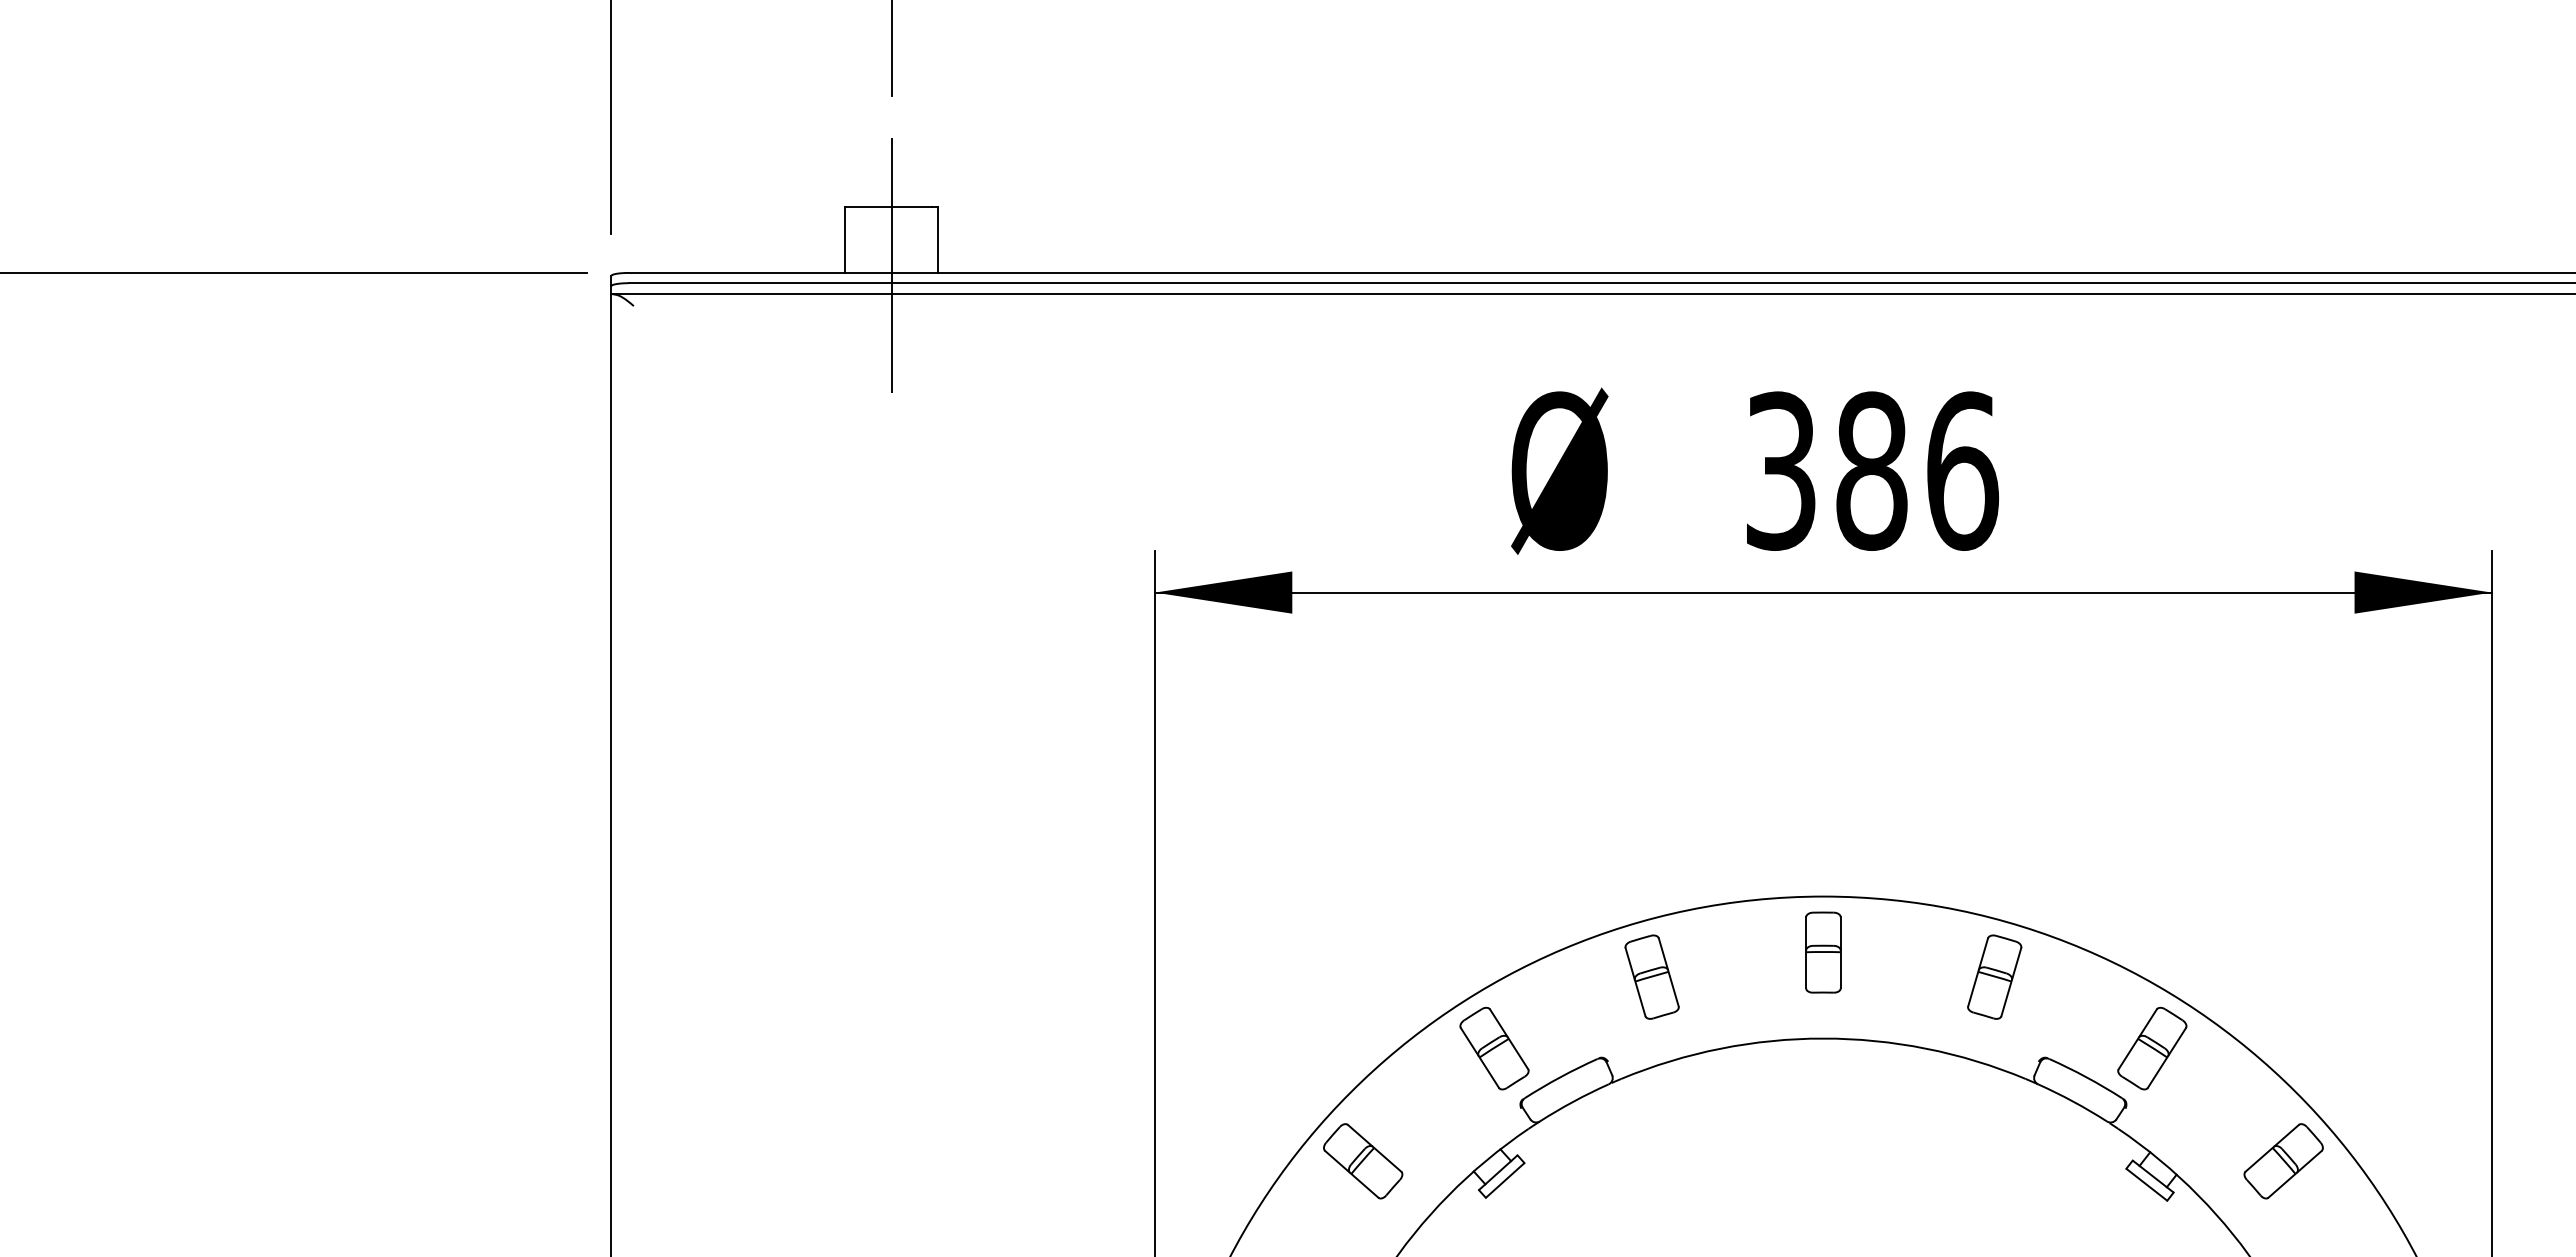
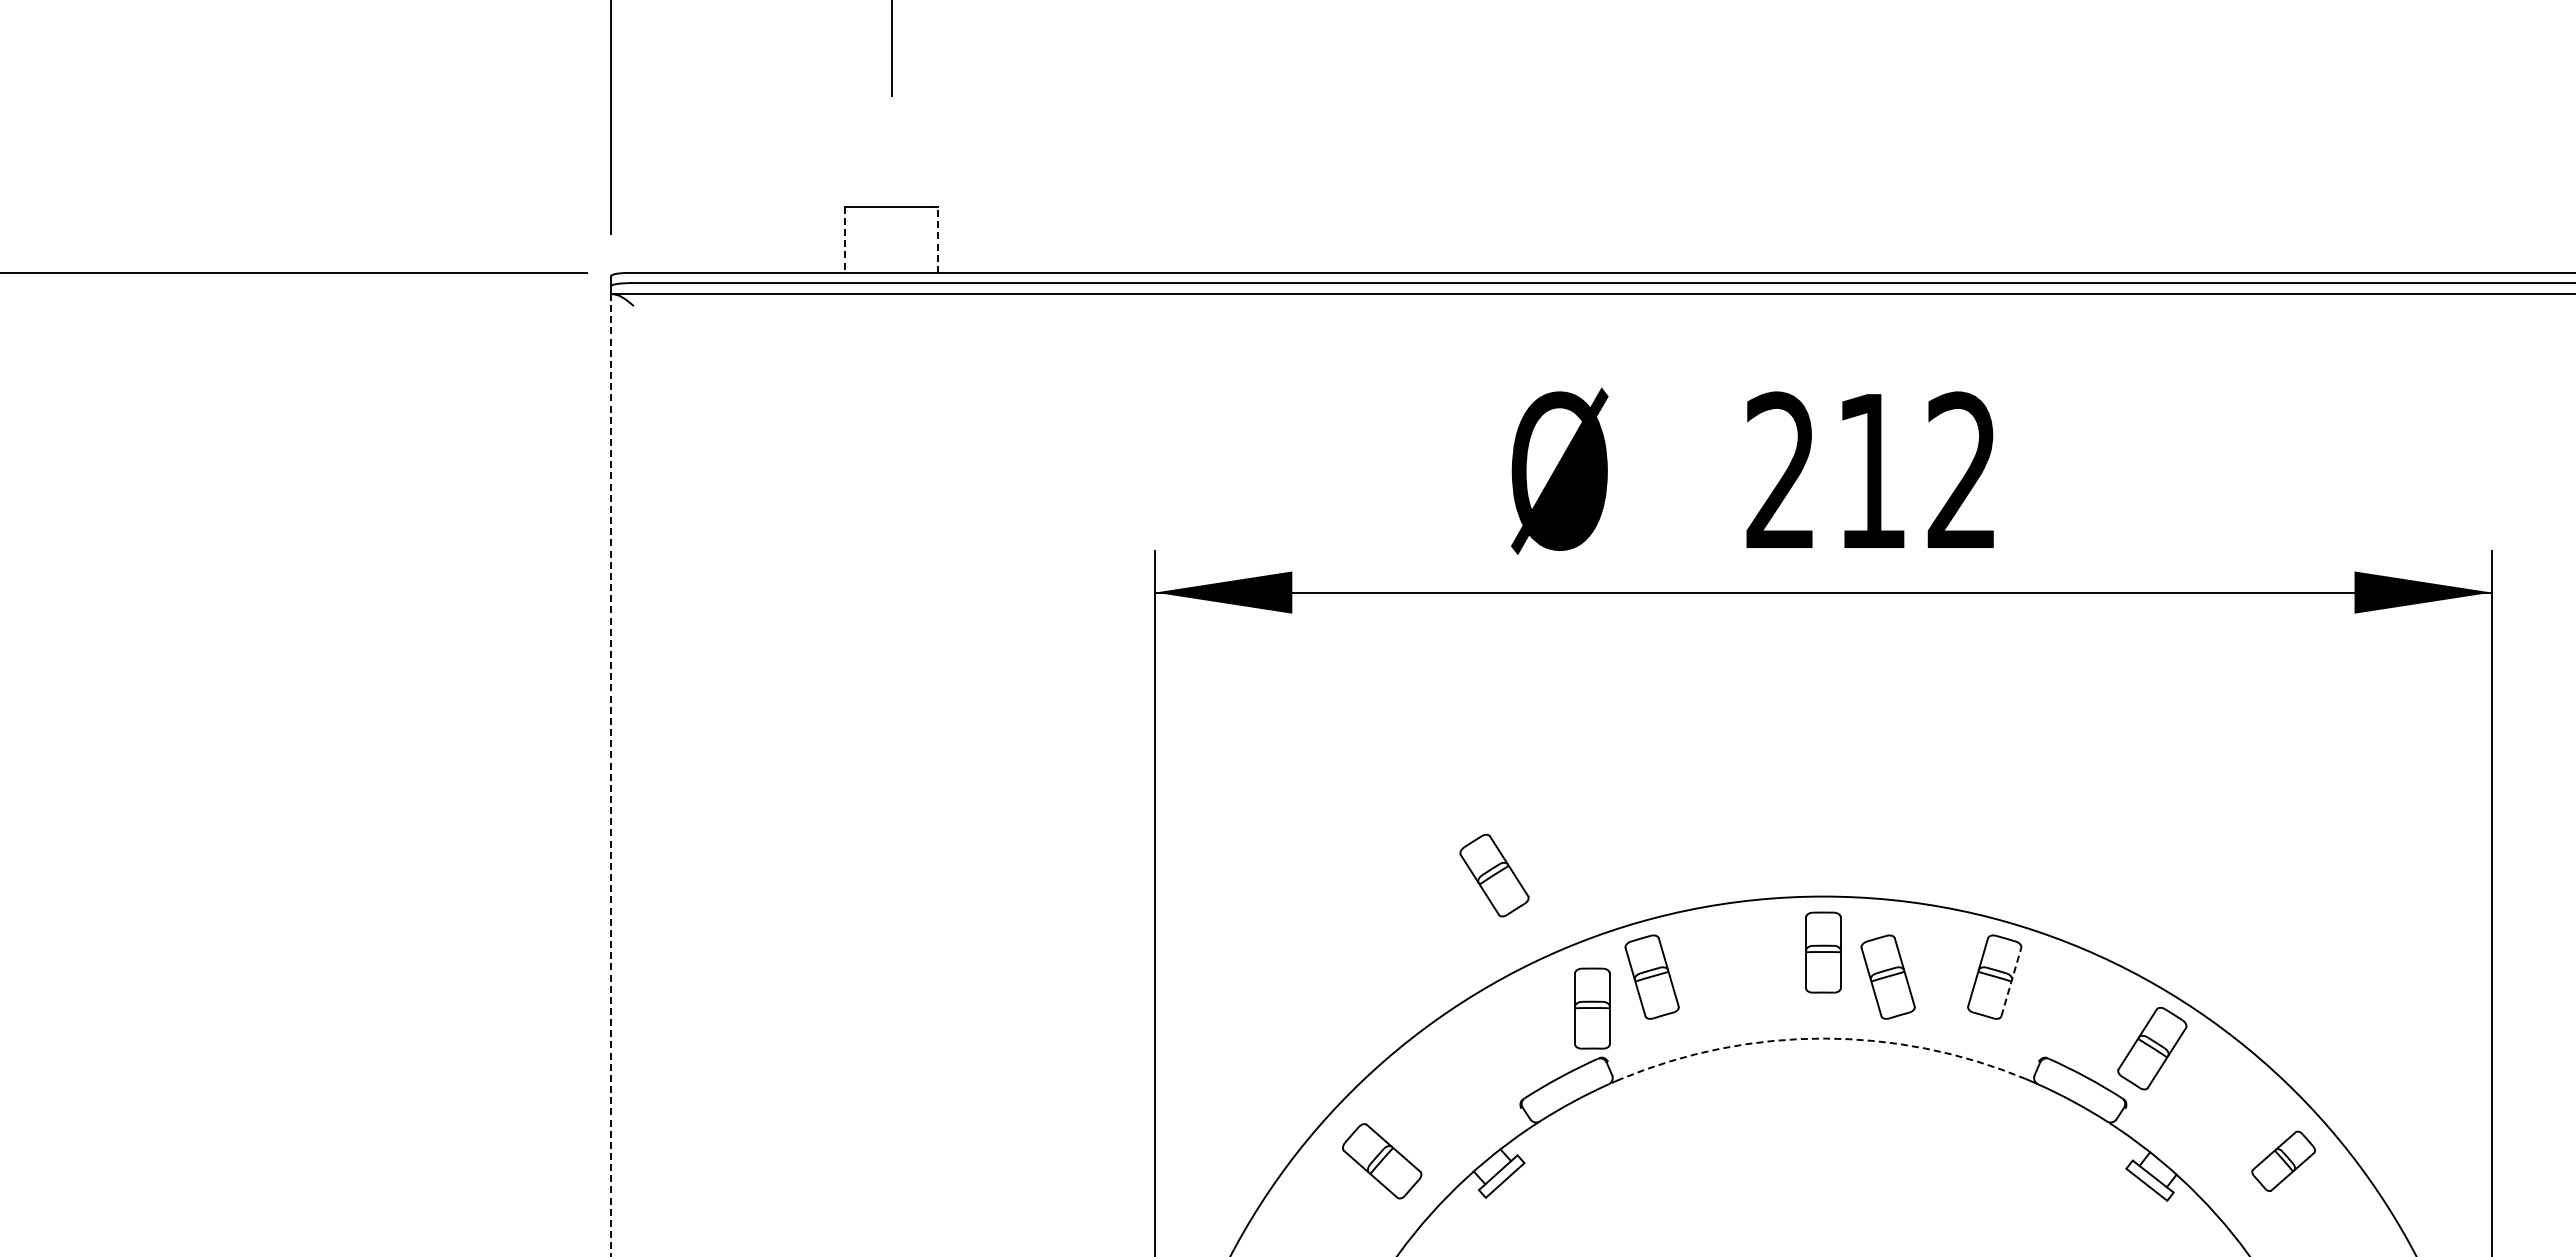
line at (938, 239): solid -> dashed
line at (845, 240): solid -> dashed
line at (891, 265): present -> none
text at (1872, 470): 386 -> 212
line at (611, 775): solid -> dashed
part at (1887, 976): none -> present
line at (2011, 981): solid -> dashed
part at (1592, 1008): none -> present
arc at (1823, 1038): solid -> dashed
part at (1494, 1048) position: (1494, 1048) -> (1494, 875)
part at (1363, 1161) position: (1363, 1161) -> (1382, 1161)
part at (2283, 1161) size: 81x77 px -> 65x62 px
